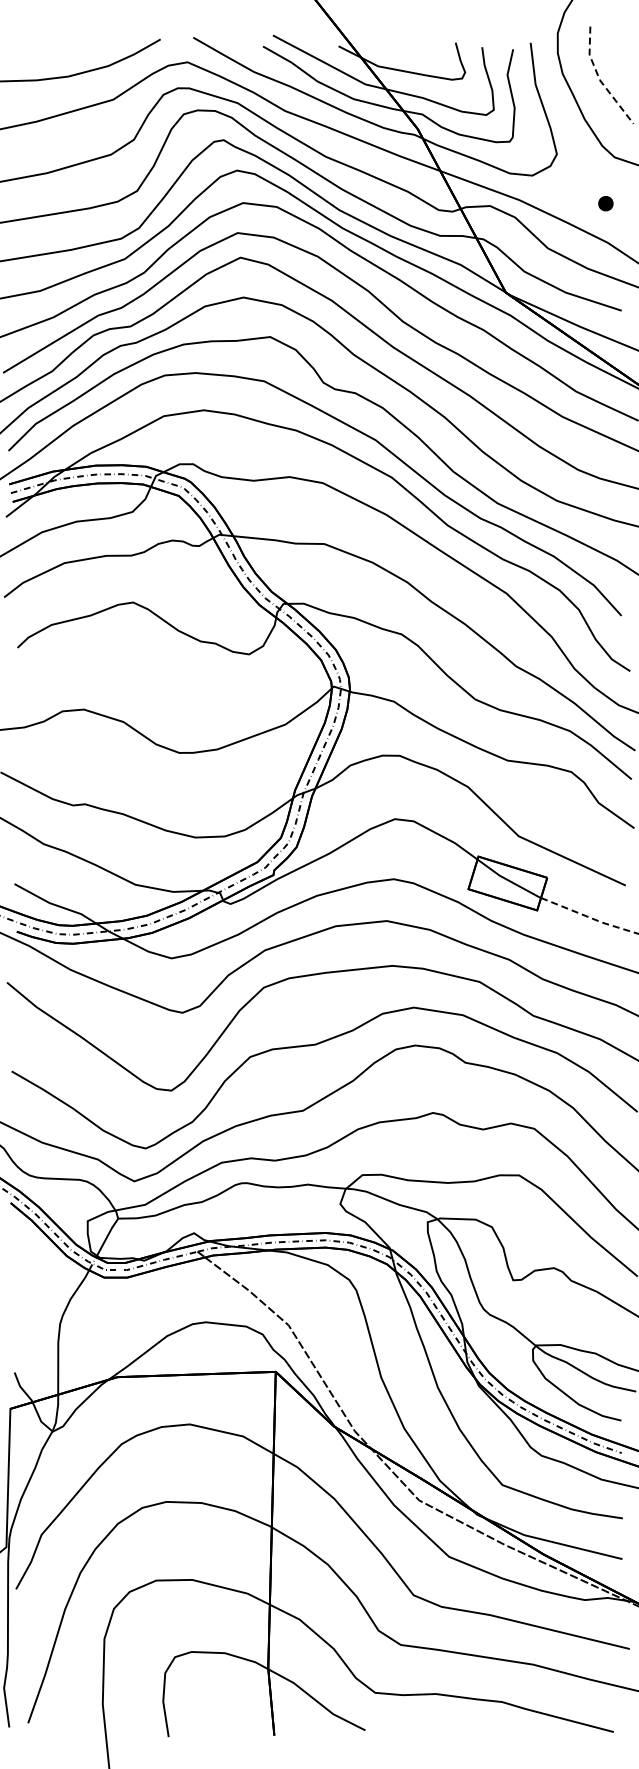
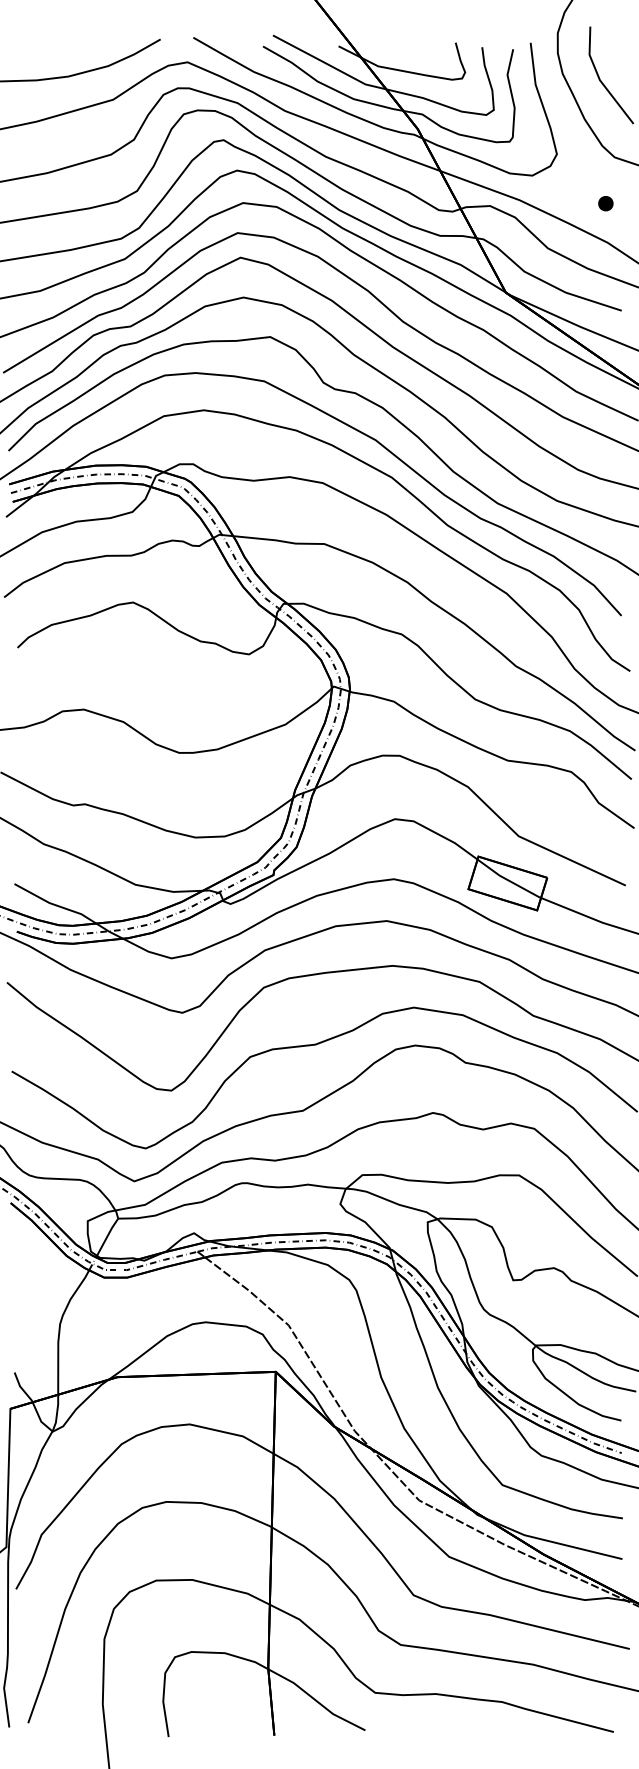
line at (599, 80): dashed -> solid
line at (589, 917): dashed -> solid
